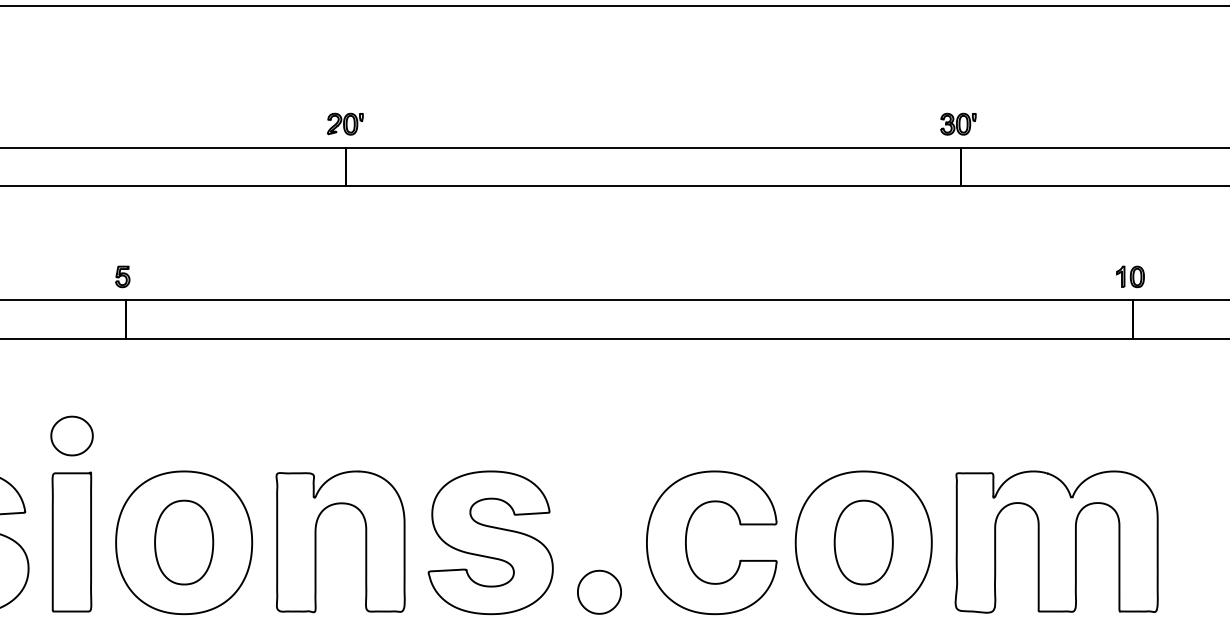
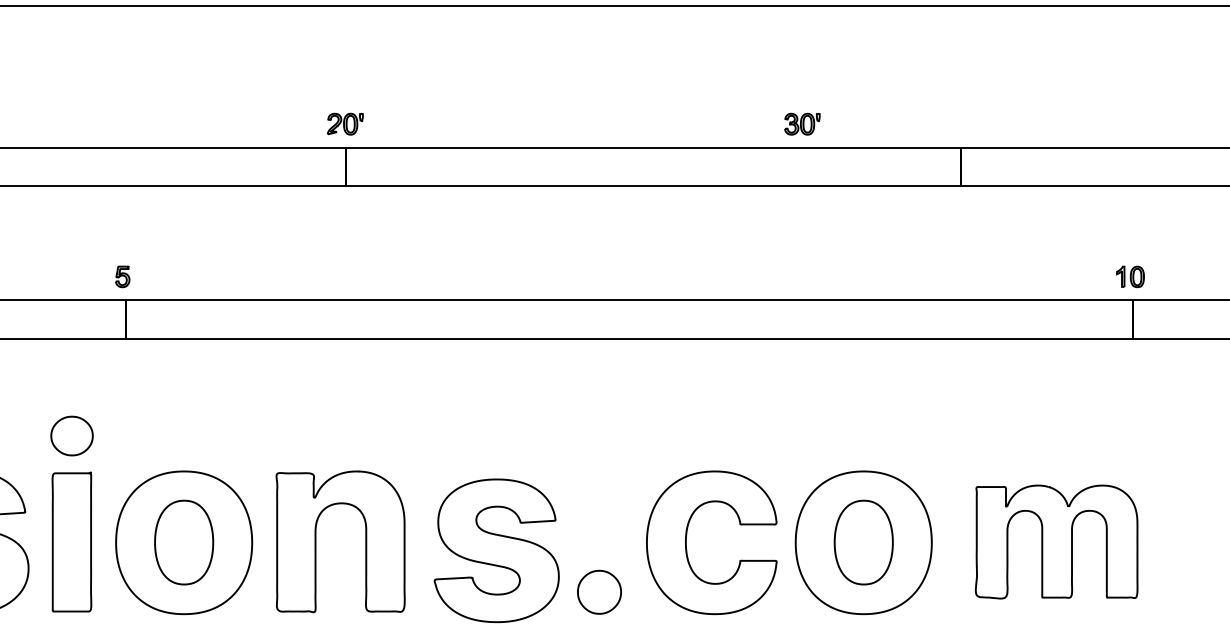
part at (958, 123) position: (958, 123) -> (802, 123)
part at (1056, 541) size: 205x144 px -> 165x116 px
part at (490, 542) position: (490, 542) -> (496, 550)
